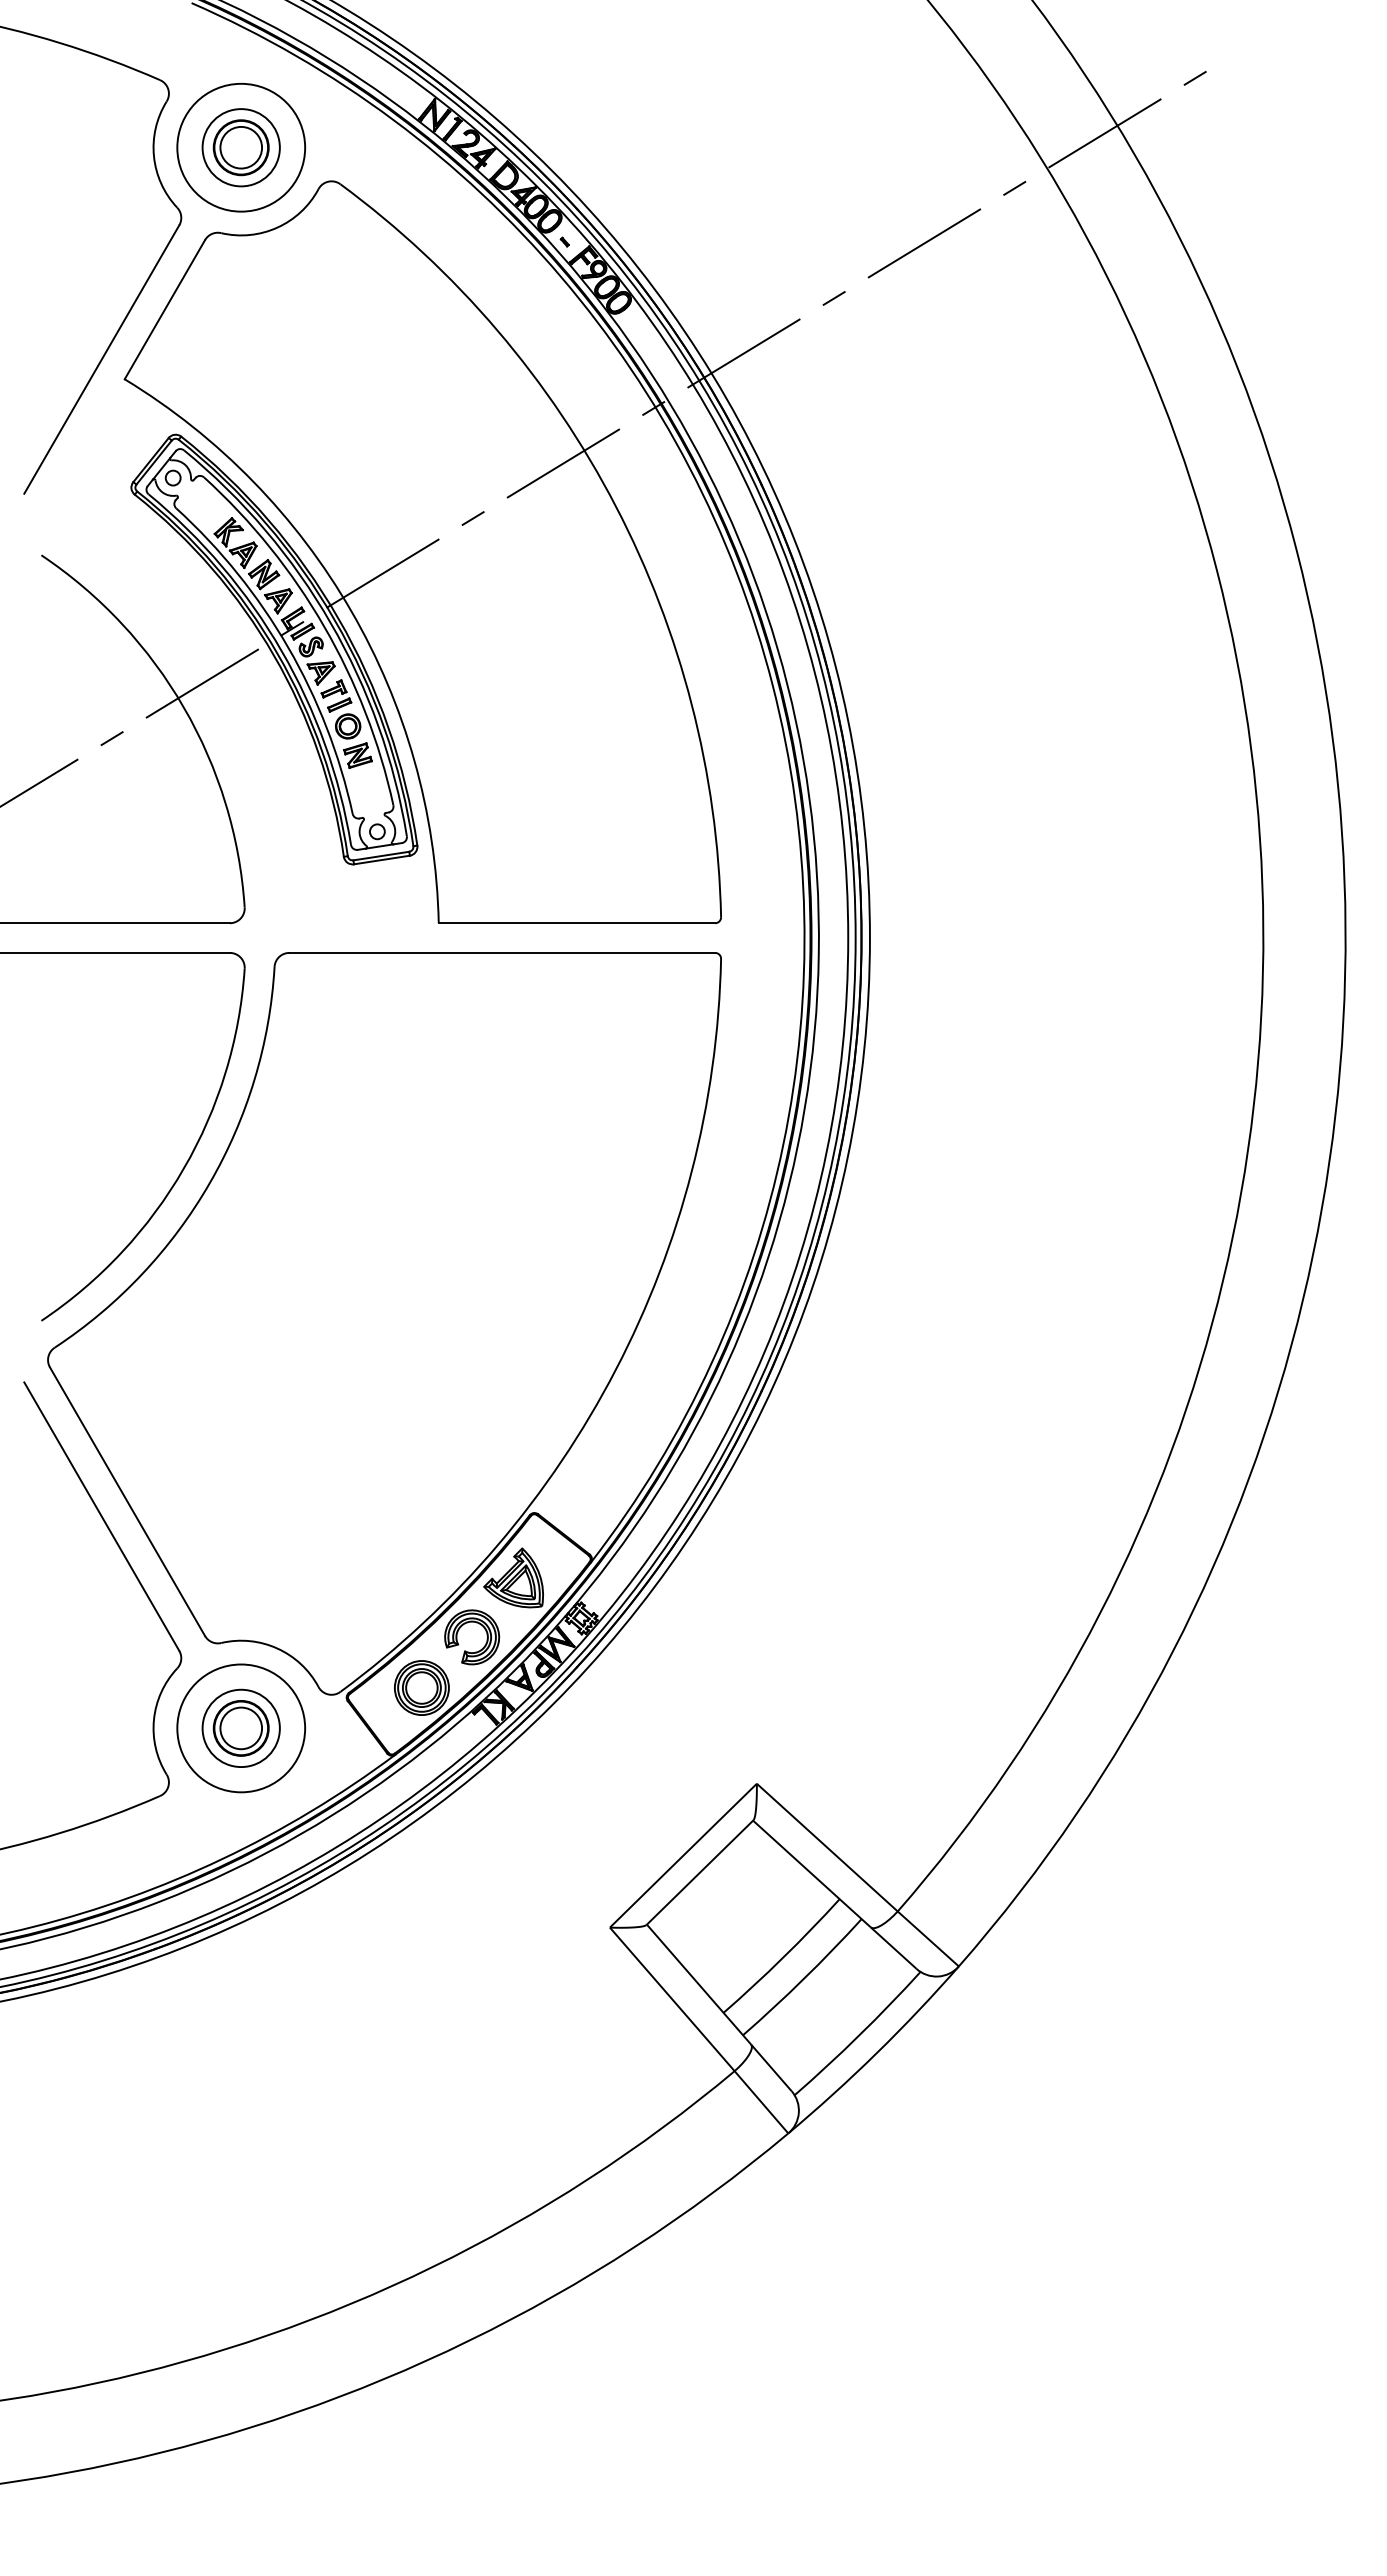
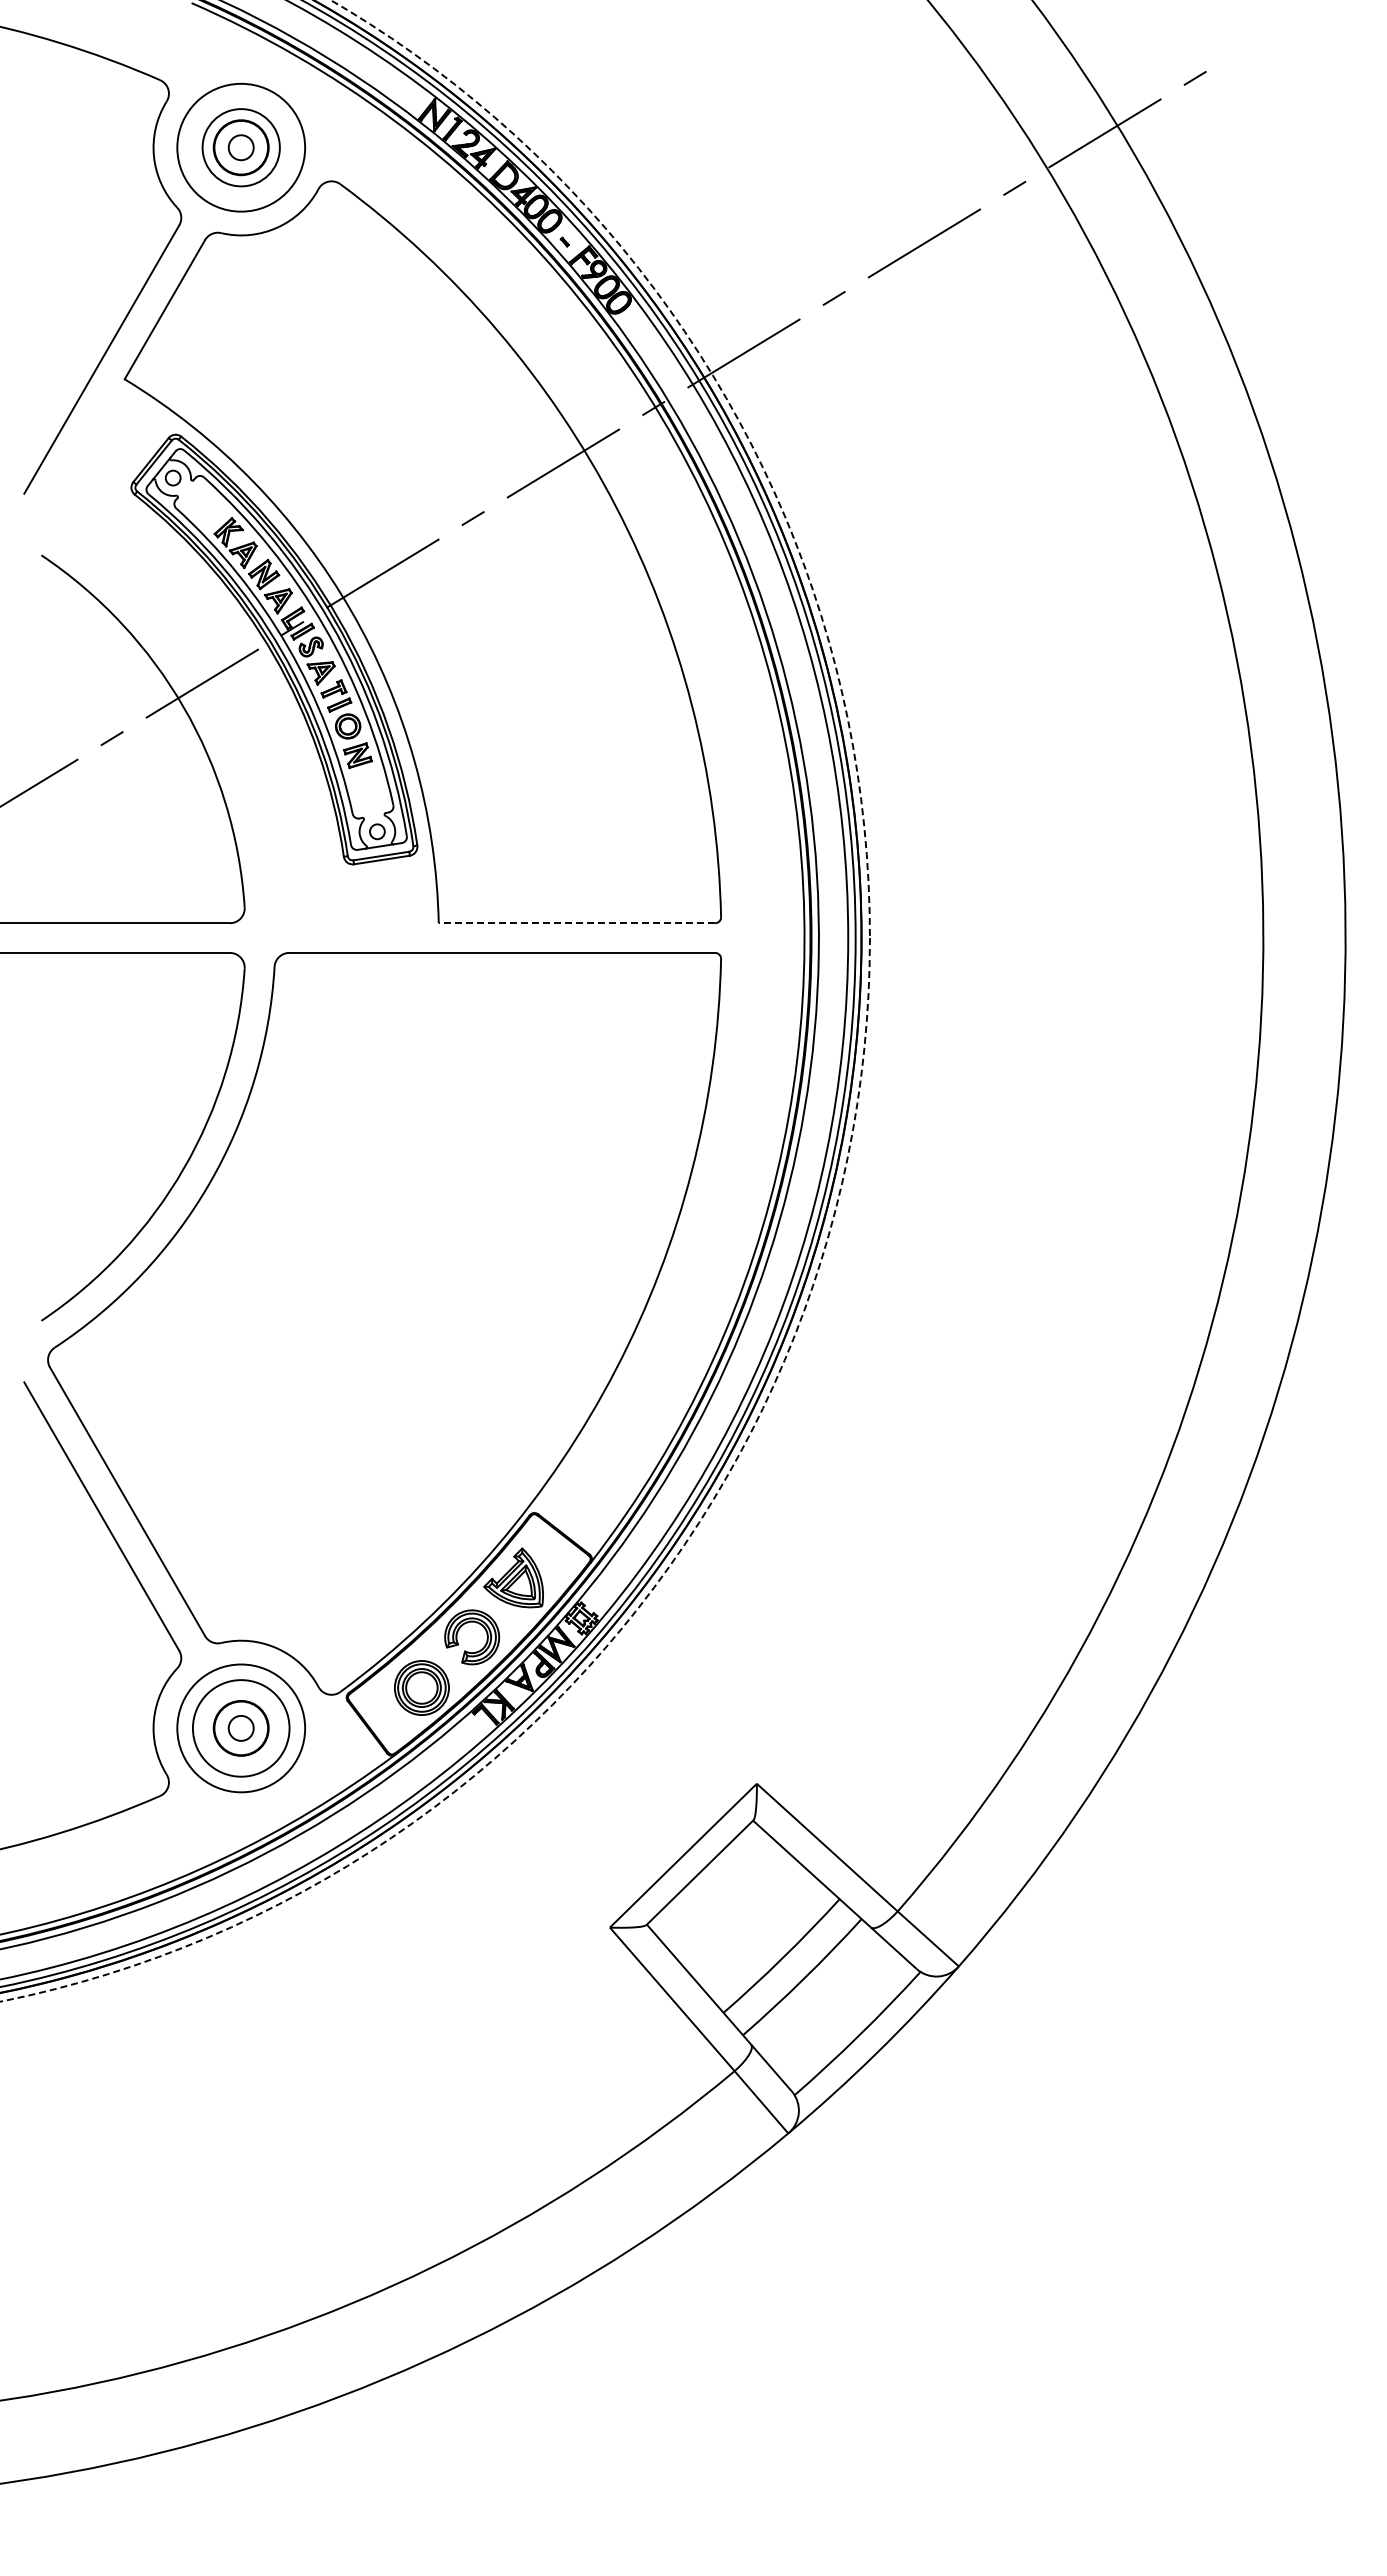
circle at (241, 147) diameter: 42 px -> 25 px
line at (576, 923): solid -> dashed
circle at (434, 1000): solid -> dashed
circle at (240, 1728) diameter: 77 px -> 97 px
circle at (241, 1728) diameter: 42 px -> 25 px
